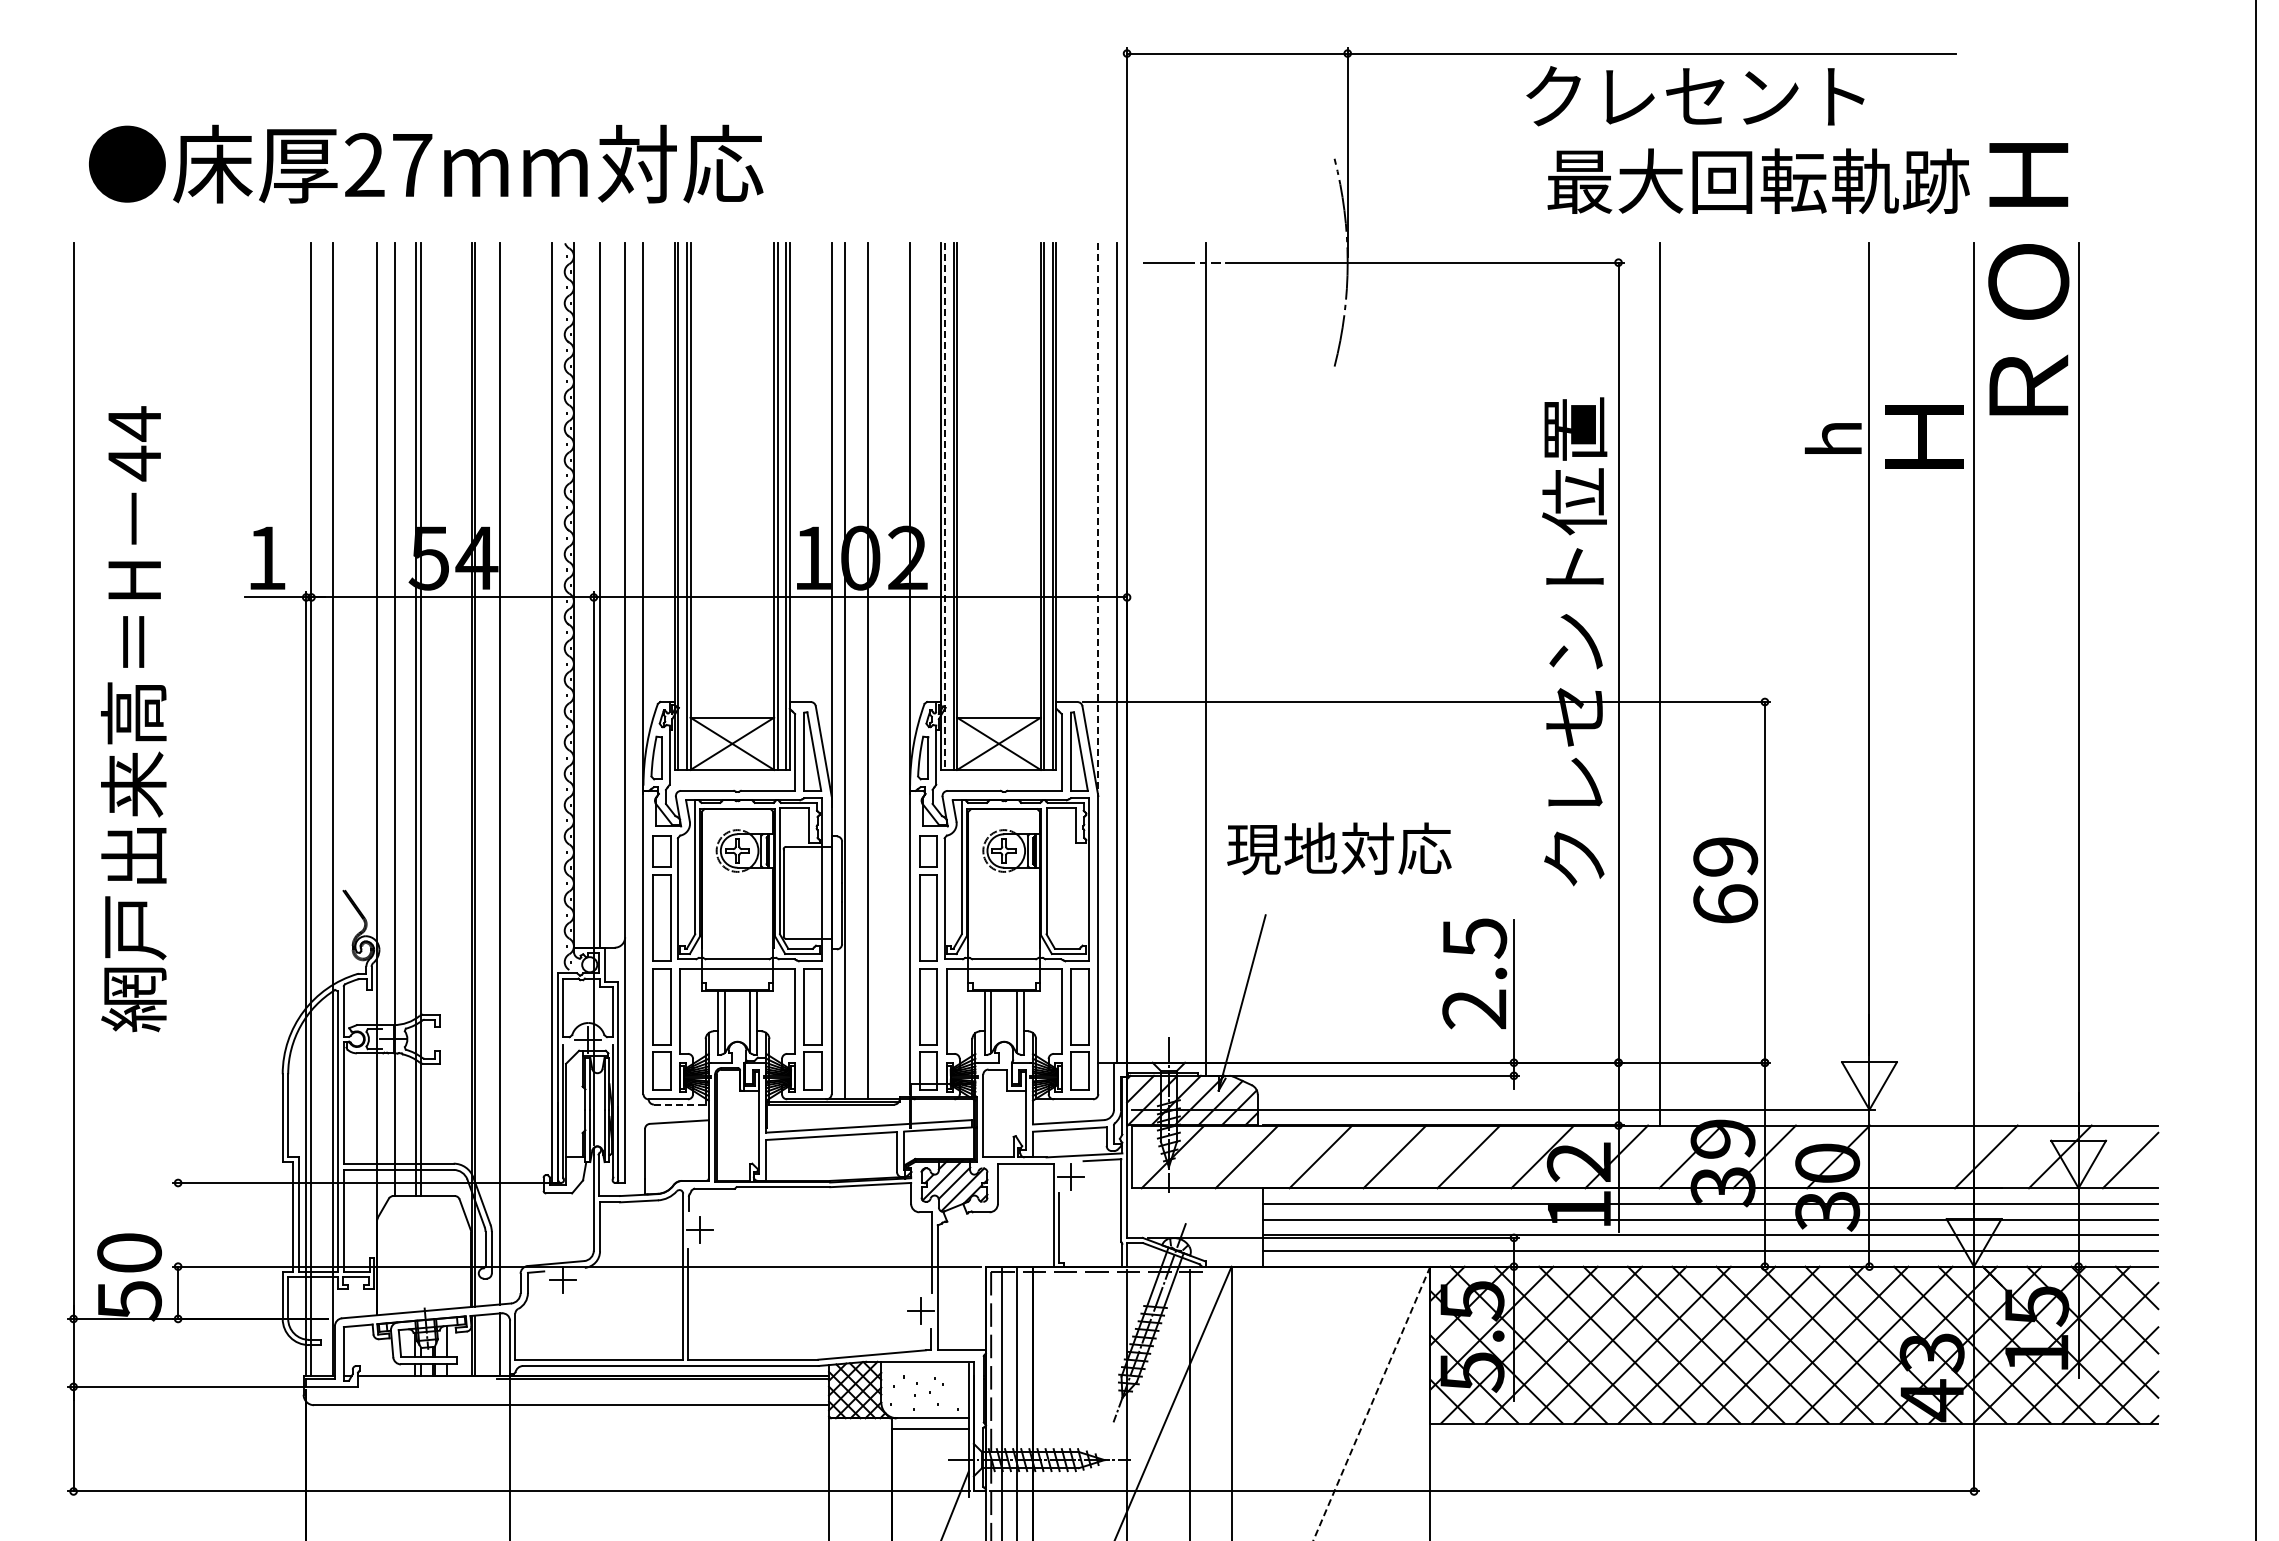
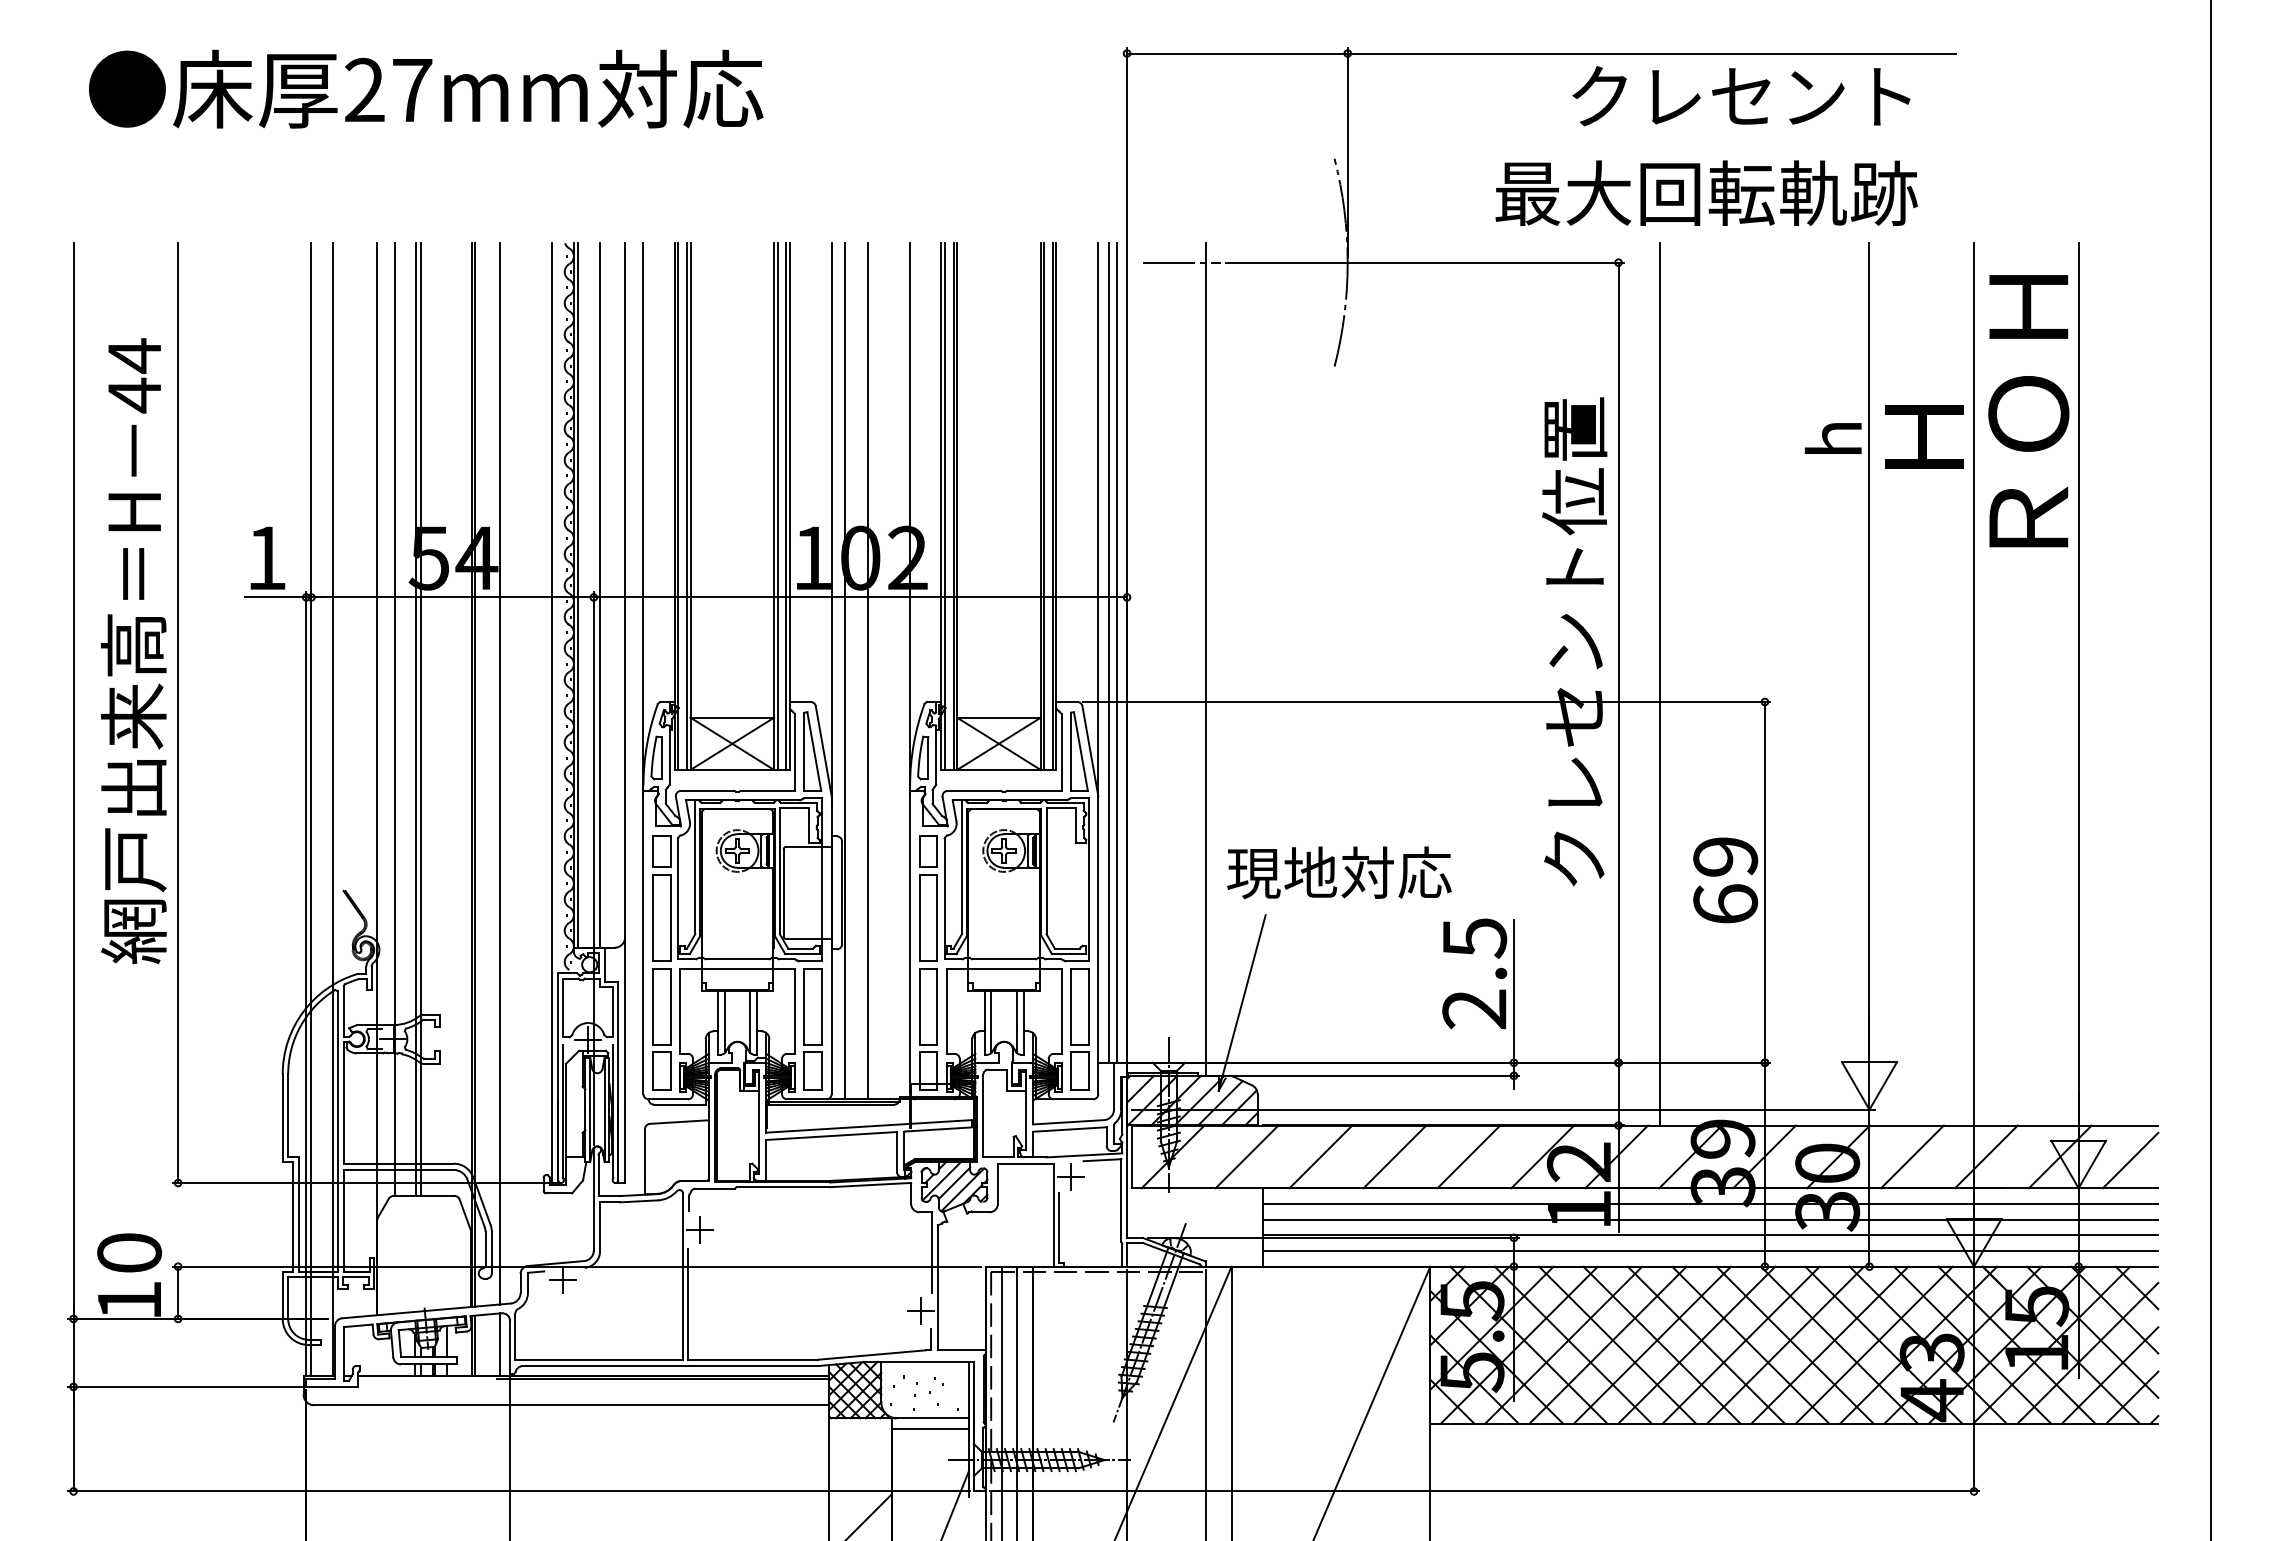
text at (1695, 96) position: (1695, 96) -> (1741, 96)
text at (426, 163) position: (426, 163) -> (426, 88)
text at (1758, 180) position: (1758, 180) -> (1706, 192)
text at (2028, 279) position: (2028, 279) -> (2028, 411)
line at (945, 507): dashed -> solid
line at (1098, 520): dashed -> solid
line at (578, 595): none -> present
line at (1109, 652): none -> present
line at (178, 713): none -> present
text at (133, 719) position: (133, 719) -> (133, 651)
line at (2255, 769) position: (2255, 769) -> (2210, 769)
text at (1339, 848) position: (1339, 848) -> (1339, 872)
line at (679, 1104): dashed -> solid
line at (1912, 1156): none -> present
text at (130, 1301): 50 -> 10
line at (1189, 1403) position: (1189, 1403) -> (1205, 1403)
line at (1371, 1403): dashed -> solid
line at (869, 1515): none -> present
